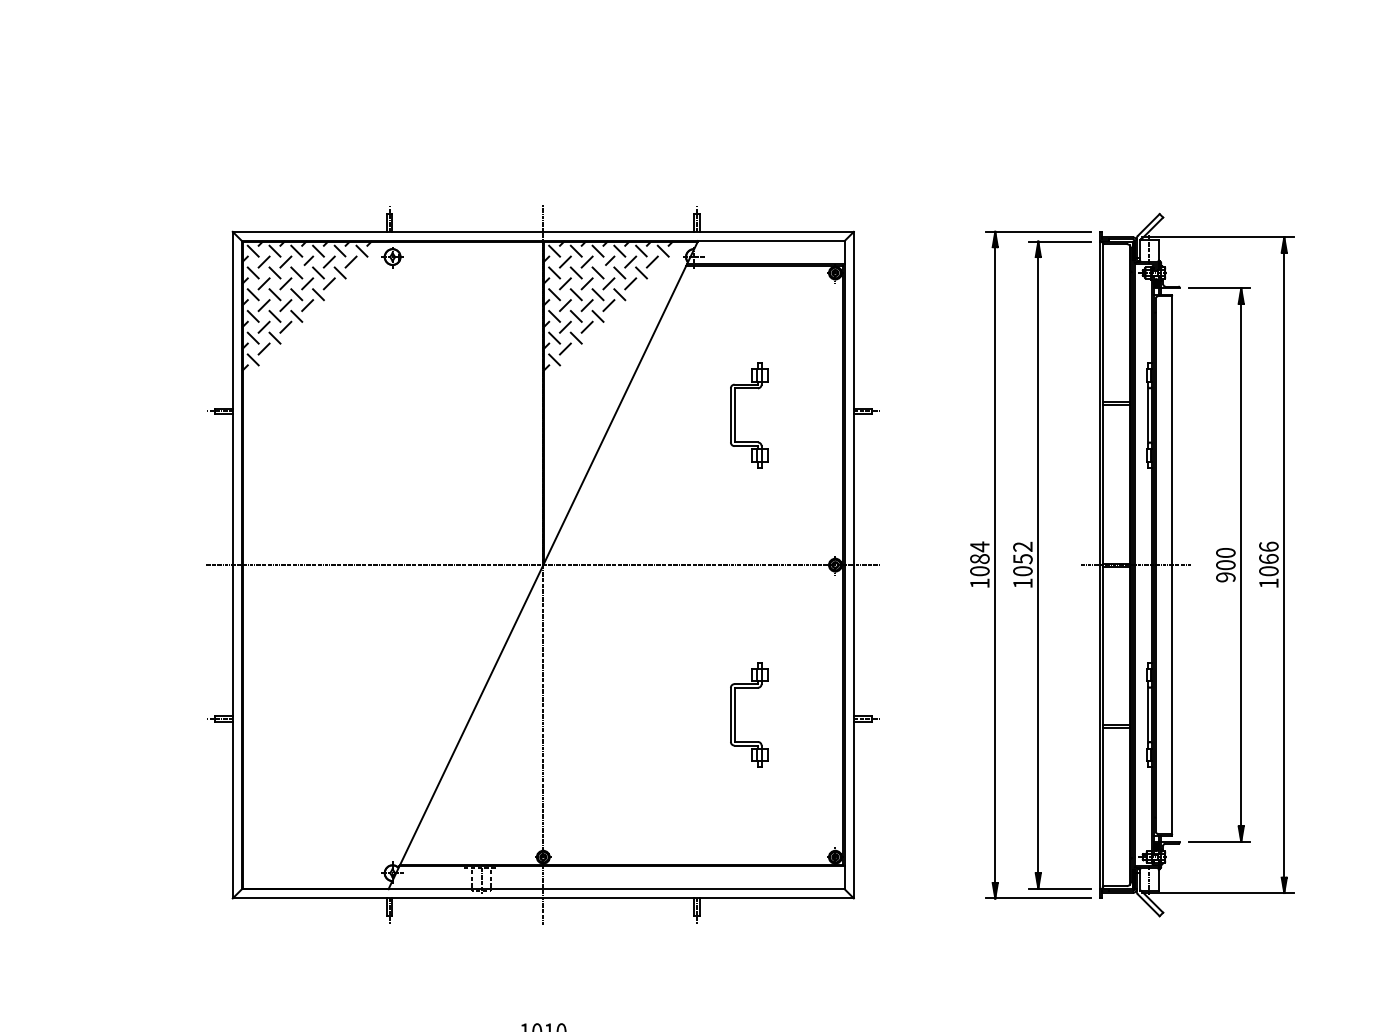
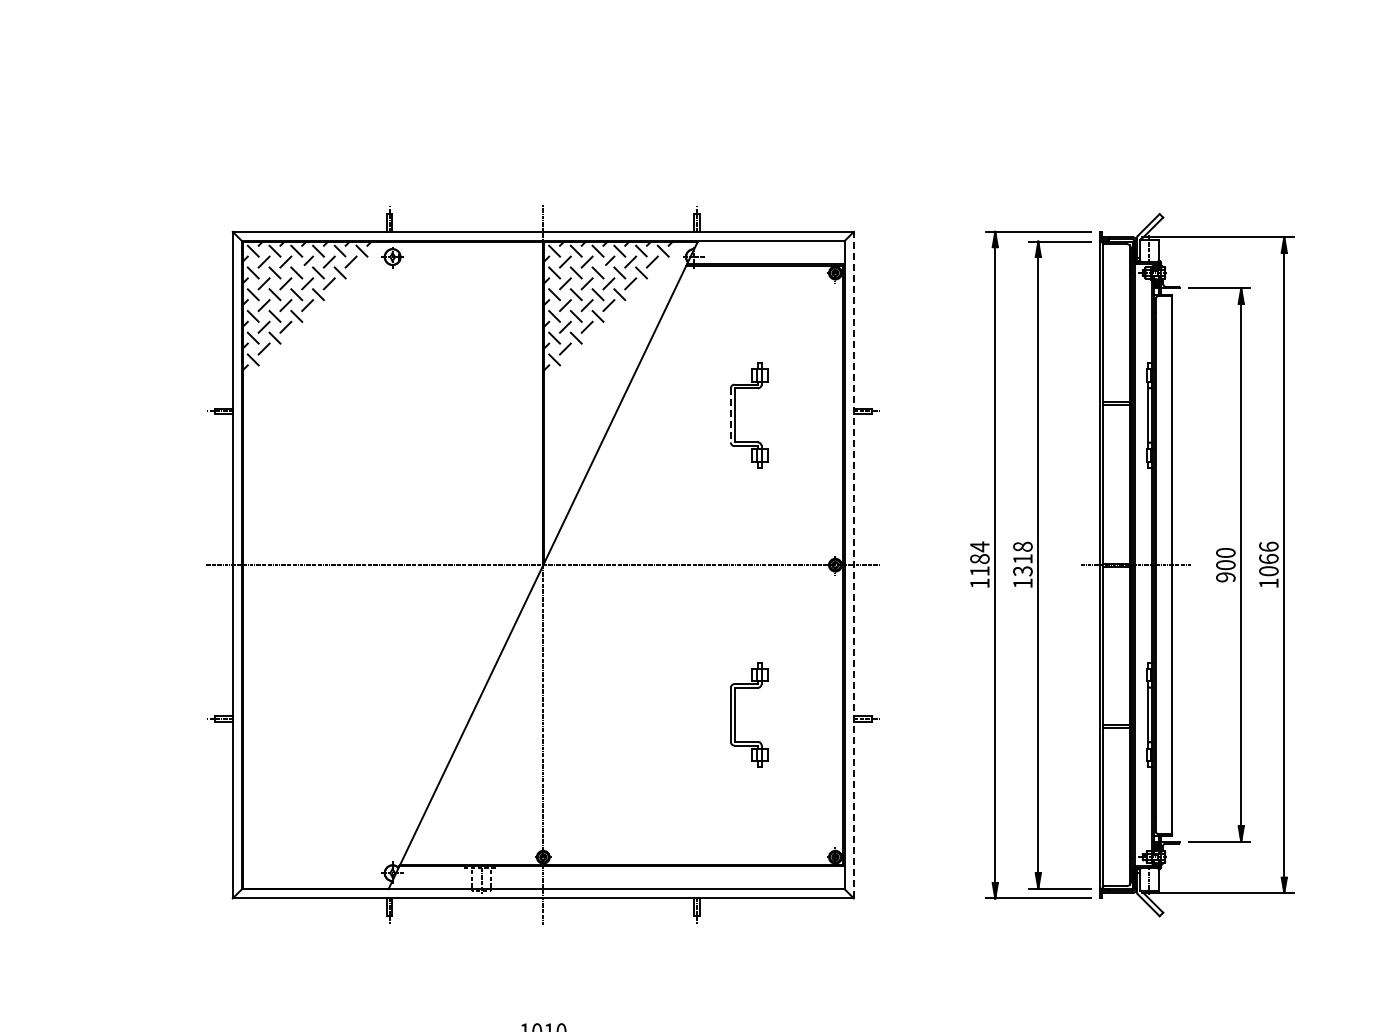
line at (730, 415): solid -> dashed
text at (1022, 558): 1052 -> 1318
line at (853, 564): solid -> dashed
text at (979, 571): 1084 -> 1184
